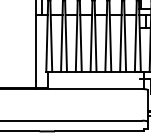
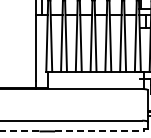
line at (20, 131): solid -> dashed
line at (99, 131): solid -> dashed
